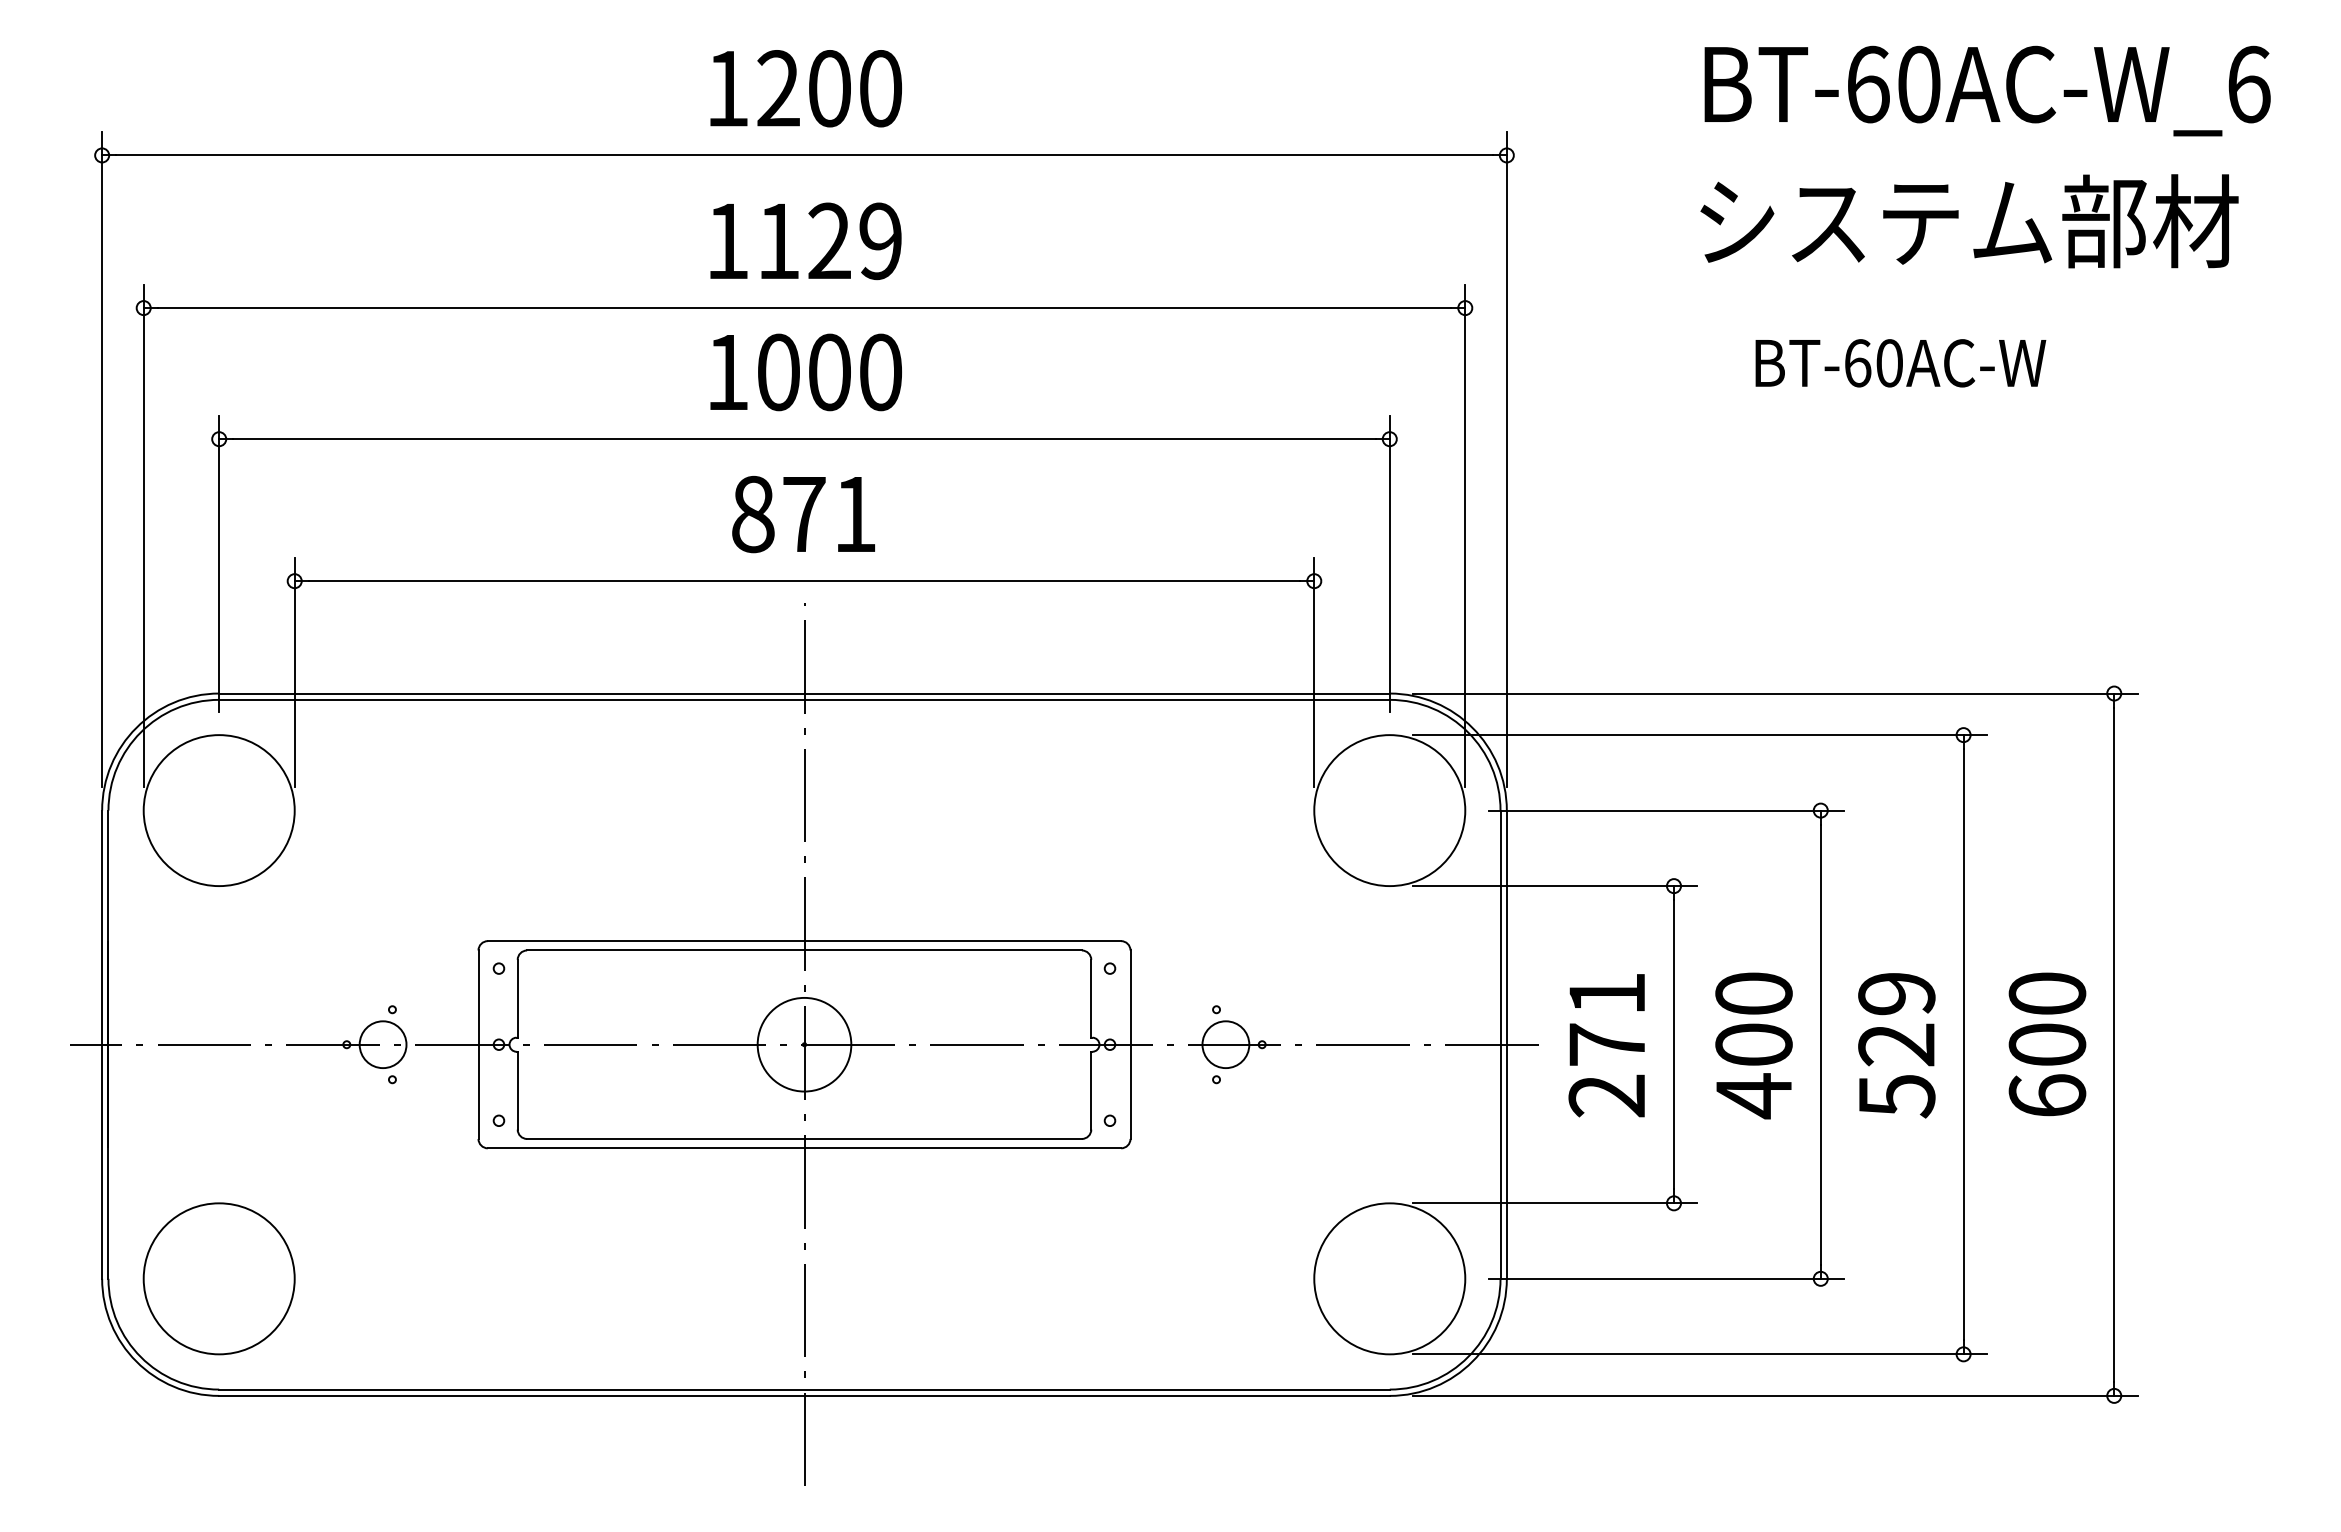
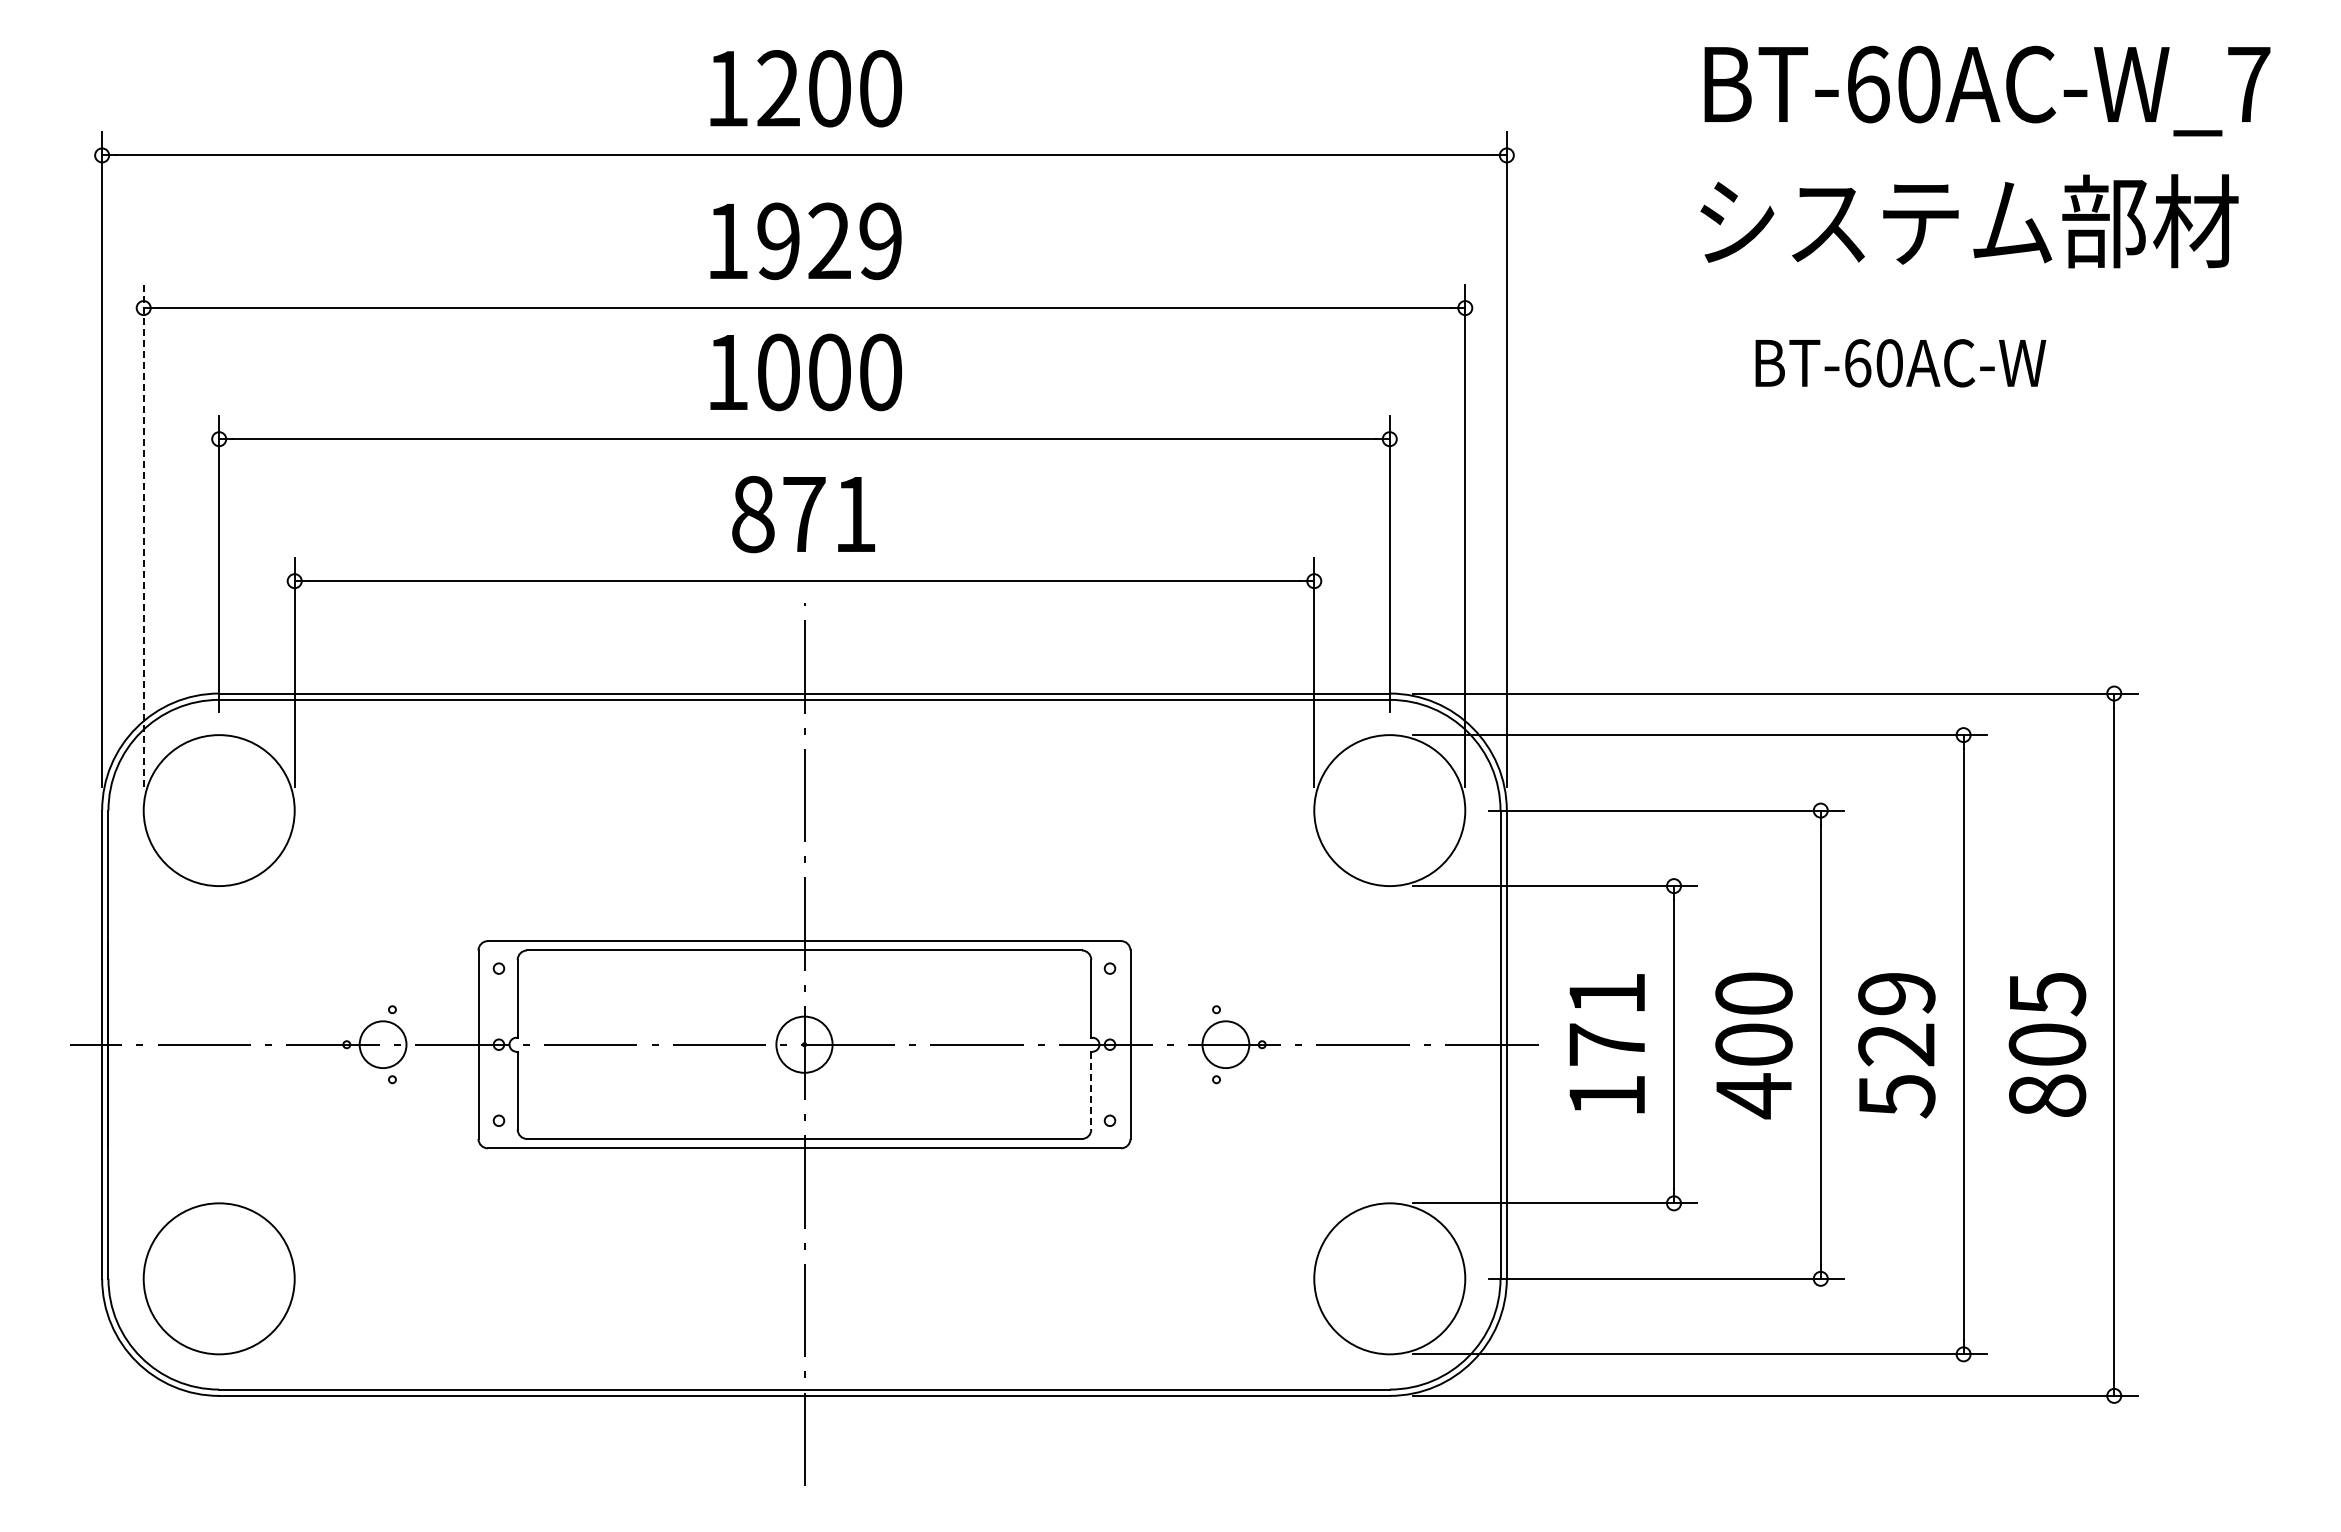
text at (2249, 84): BT-60AC-W_6 -> BT-60AC-W_7
text at (778, 241): 1129 -> 1929
line at (143, 535): solid -> dashed
circle at (804, 1044) diameter: 94 px -> 56 px
text at (2047, 1044): 600 -> 805
line at (1091, 1090): solid -> dashed
text at (1606, 1095): 271 -> 171
